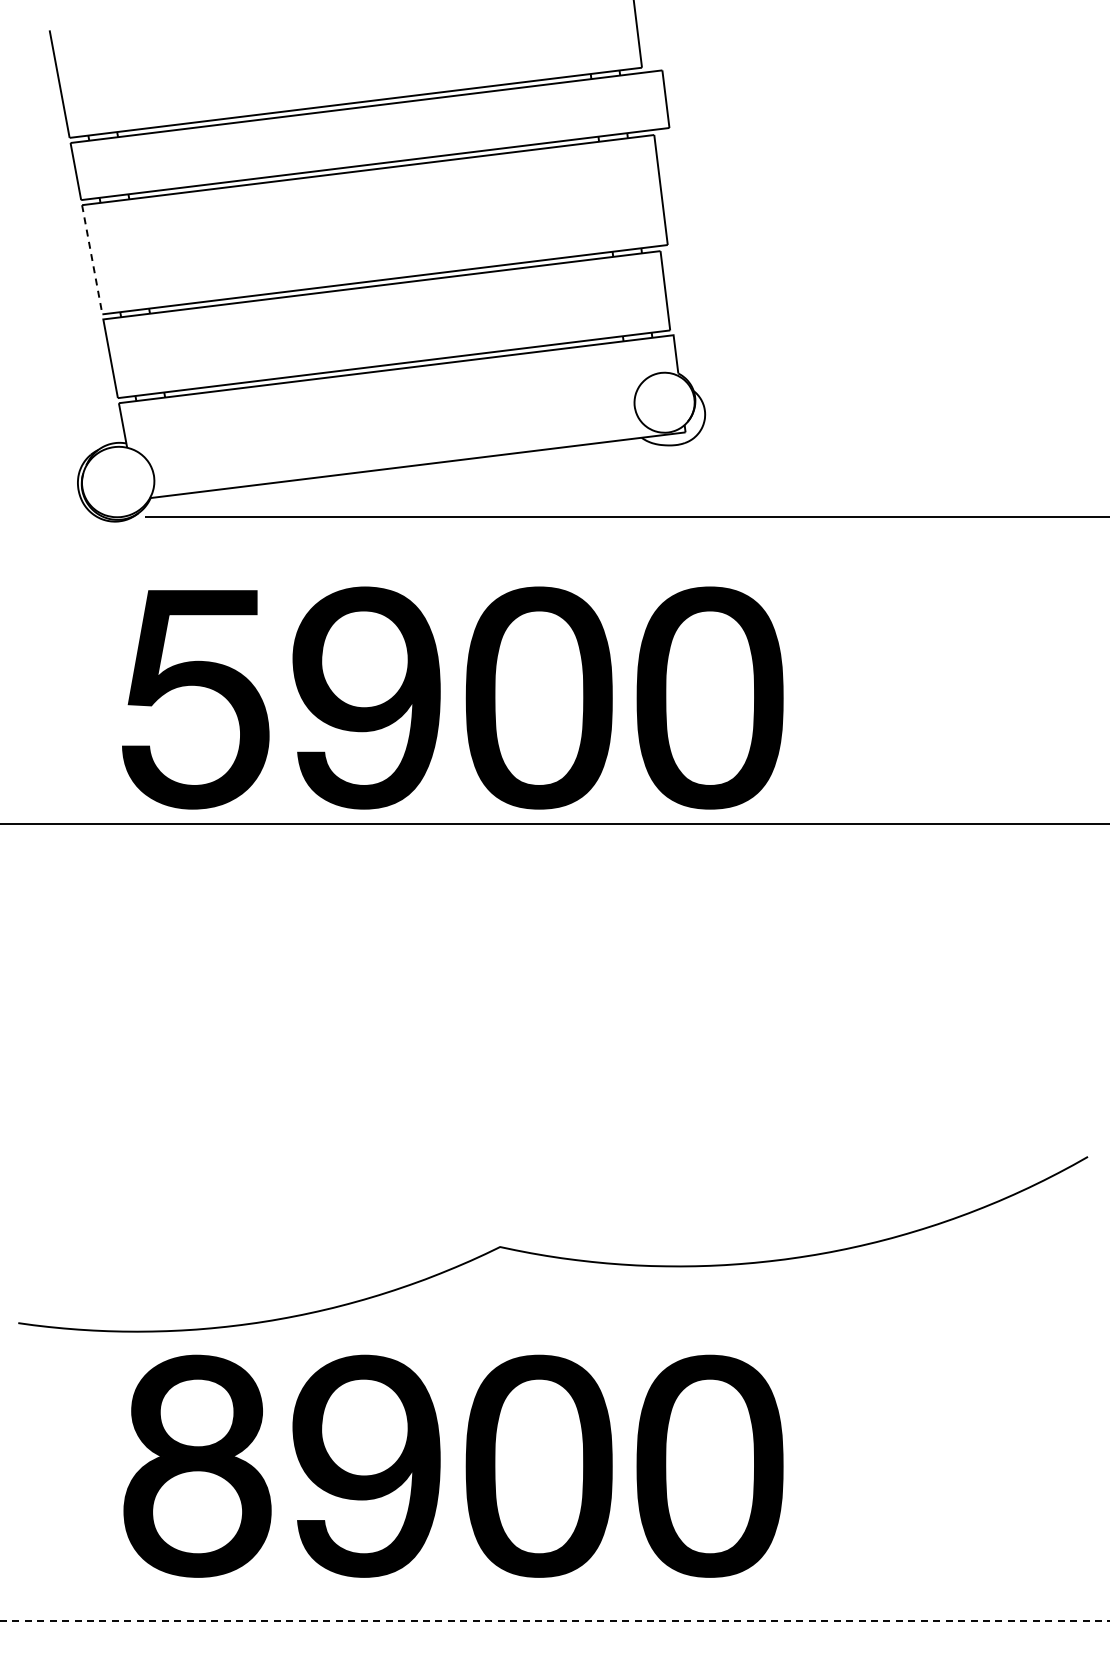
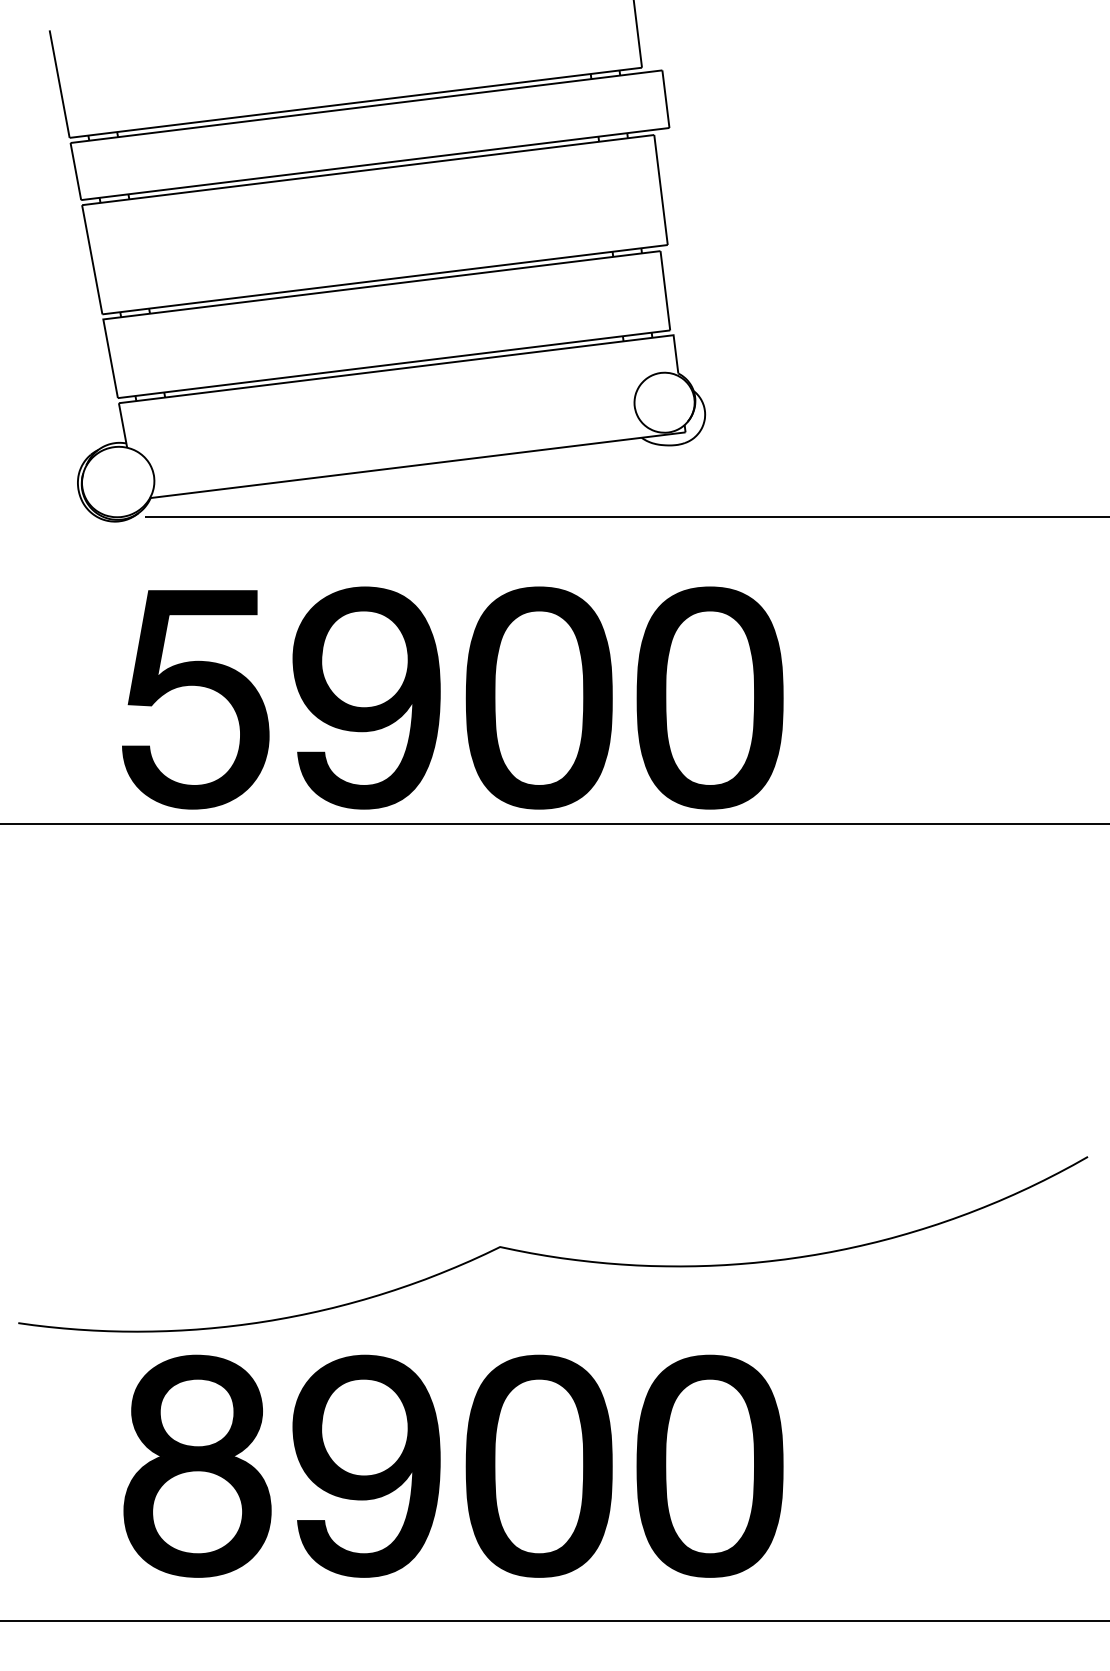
line at (92, 259): dashed -> solid
line at (554, 1620): dashed -> solid
